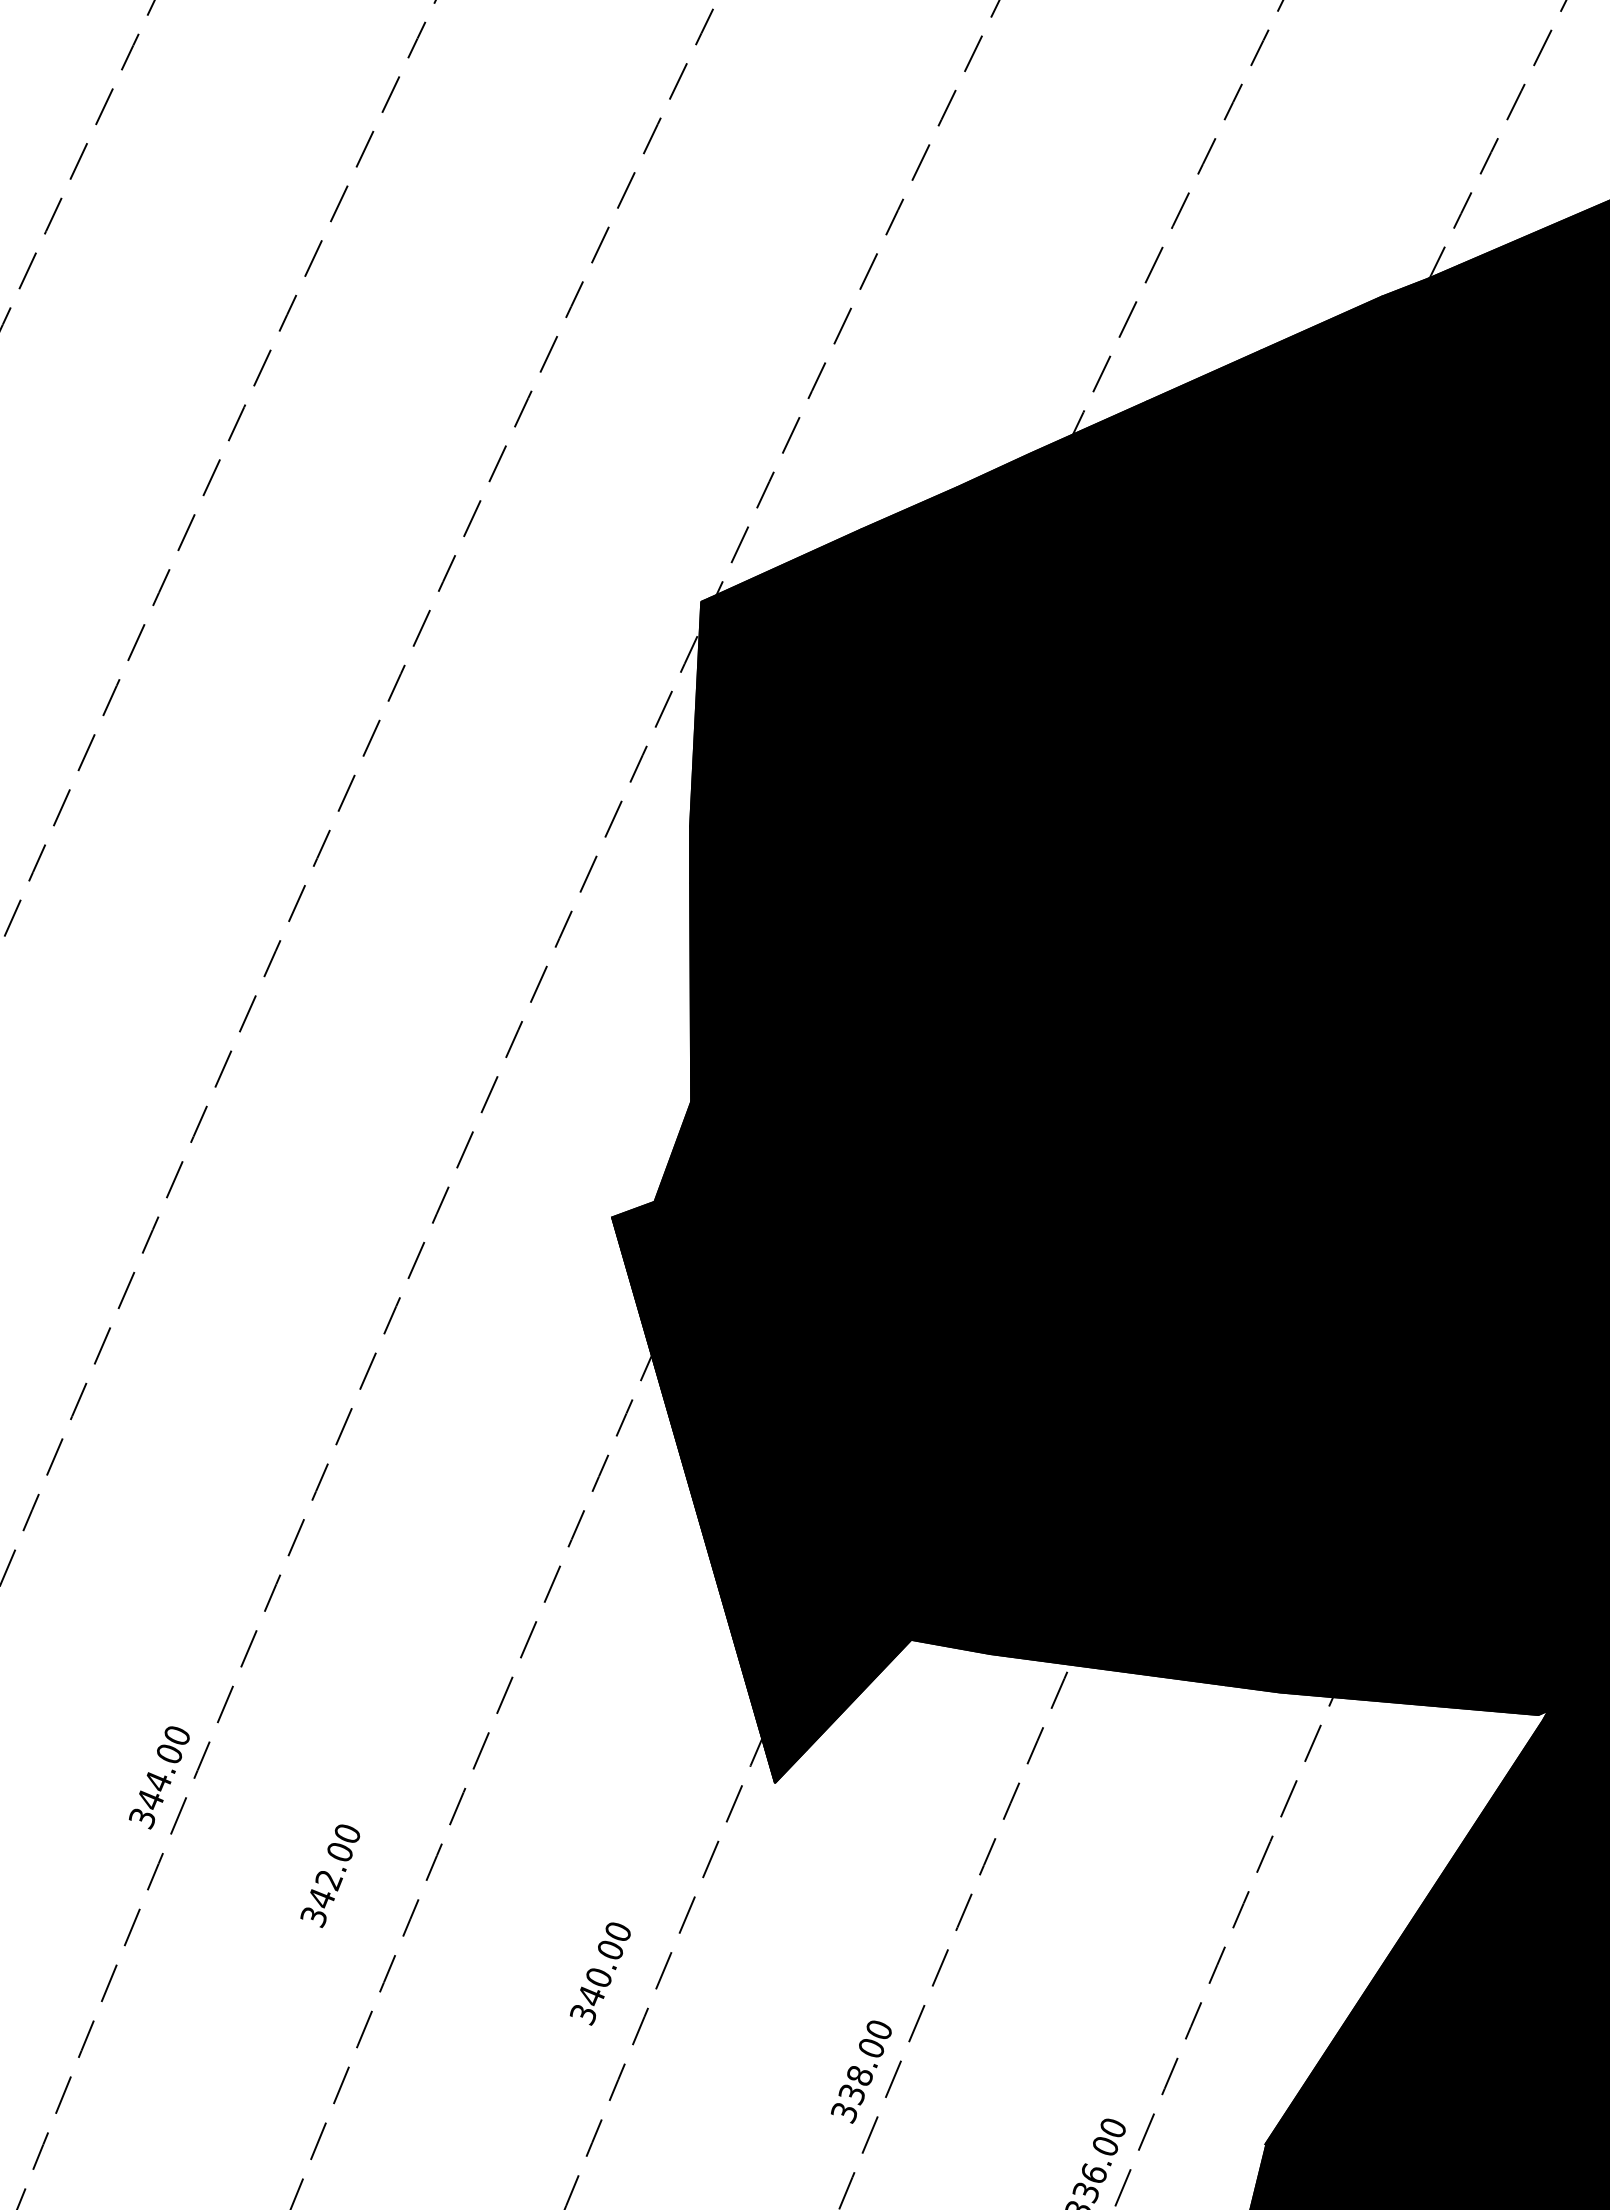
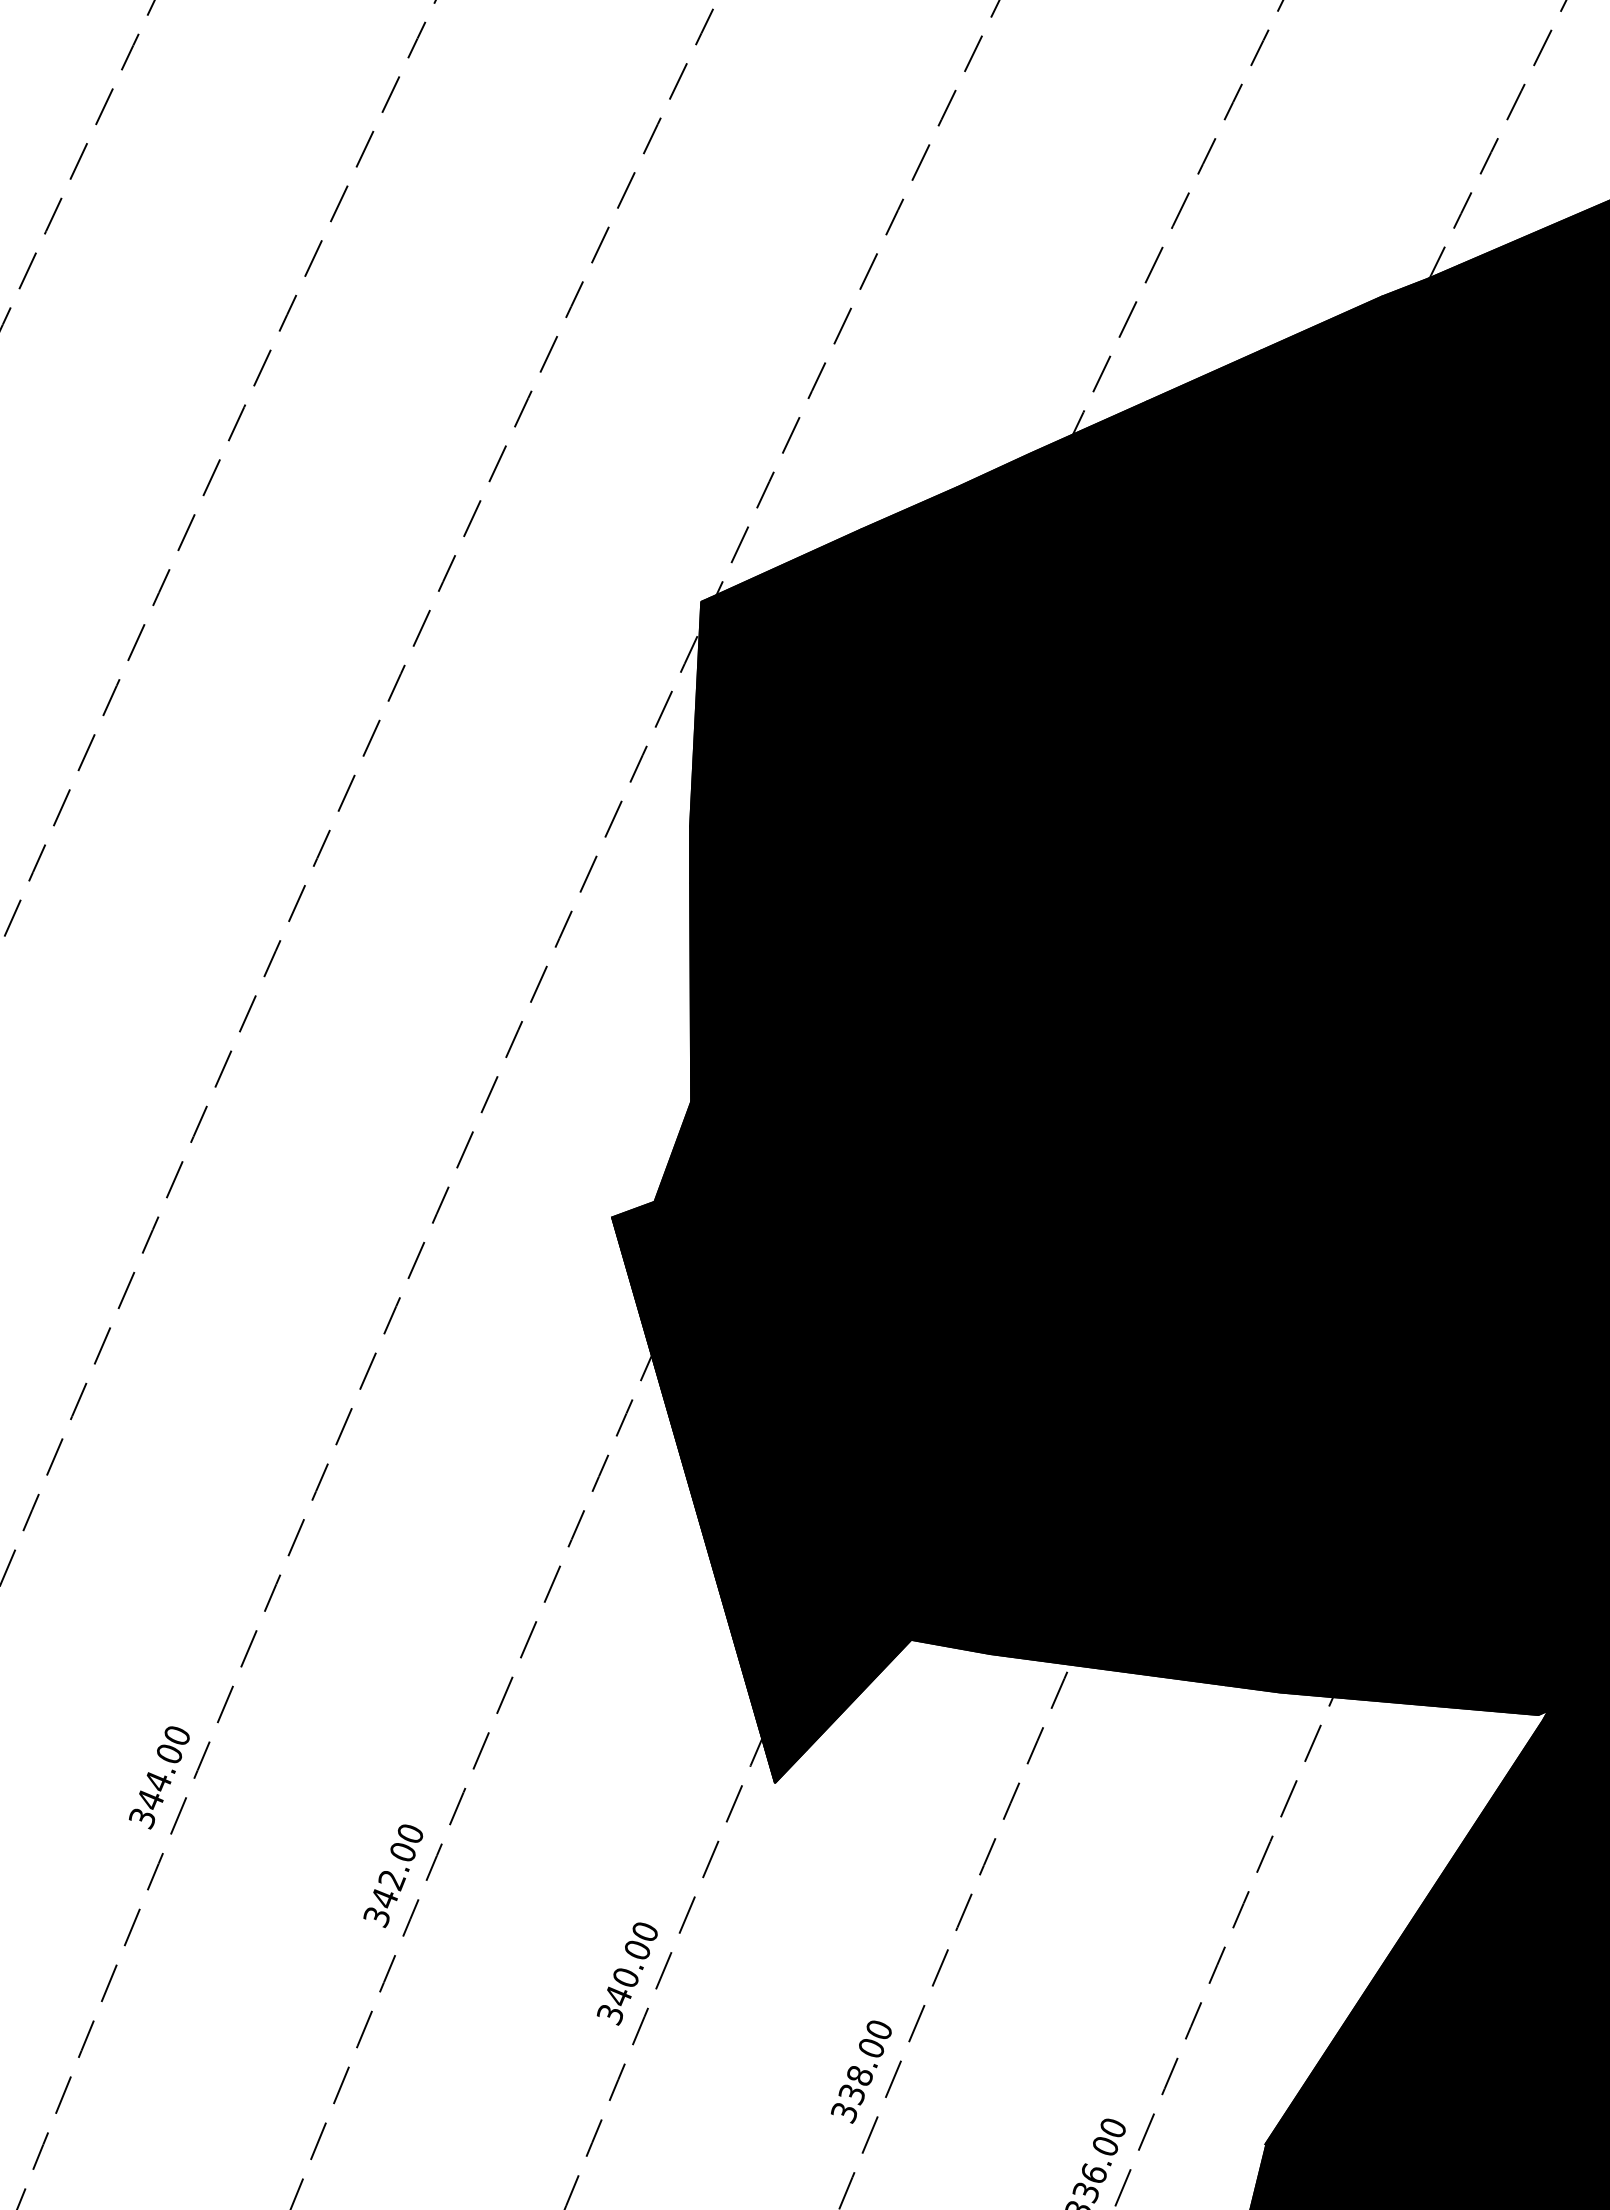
text at (330, 1875) position: (330, 1875) -> (393, 1875)
text at (599, 1973) position: (599, 1973) -> (626, 1973)
